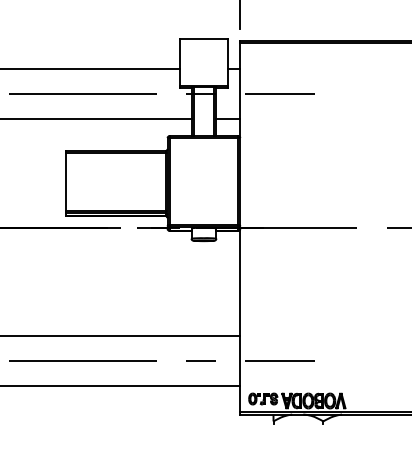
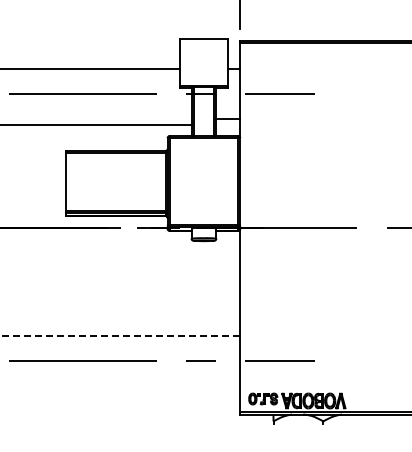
line at (96, 119) position: (96, 119) -> (96, 125)
line at (120, 336): solid -> dashed
line at (121, 386): present -> none
